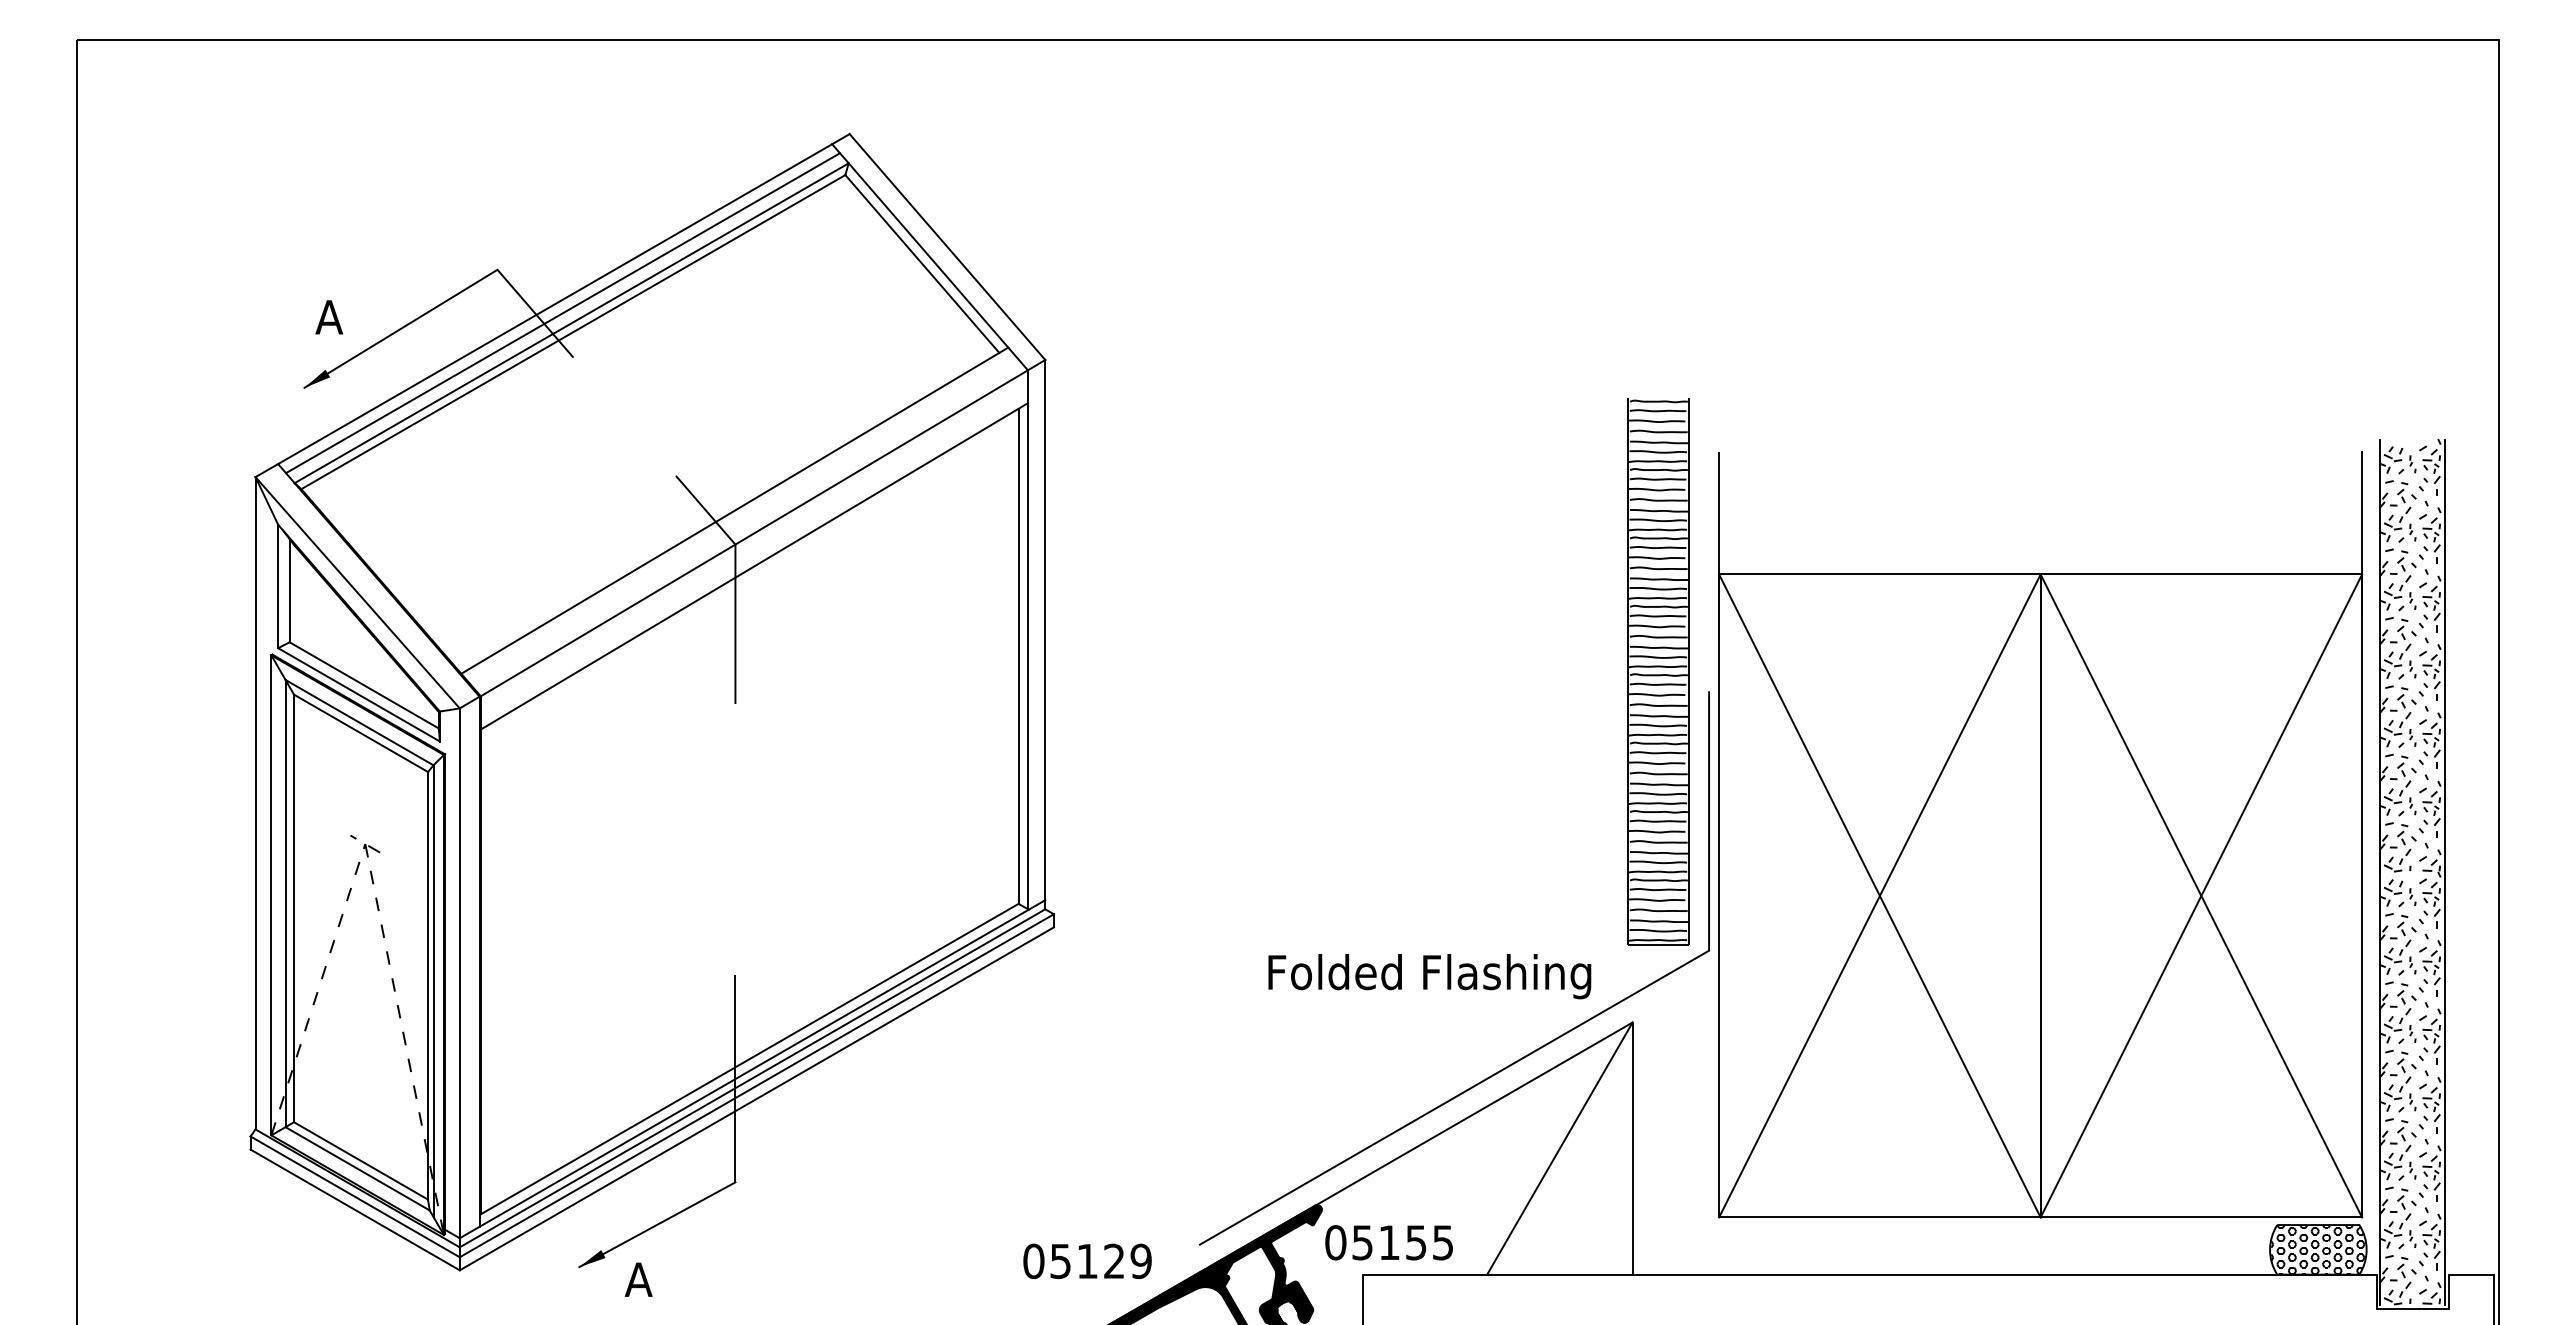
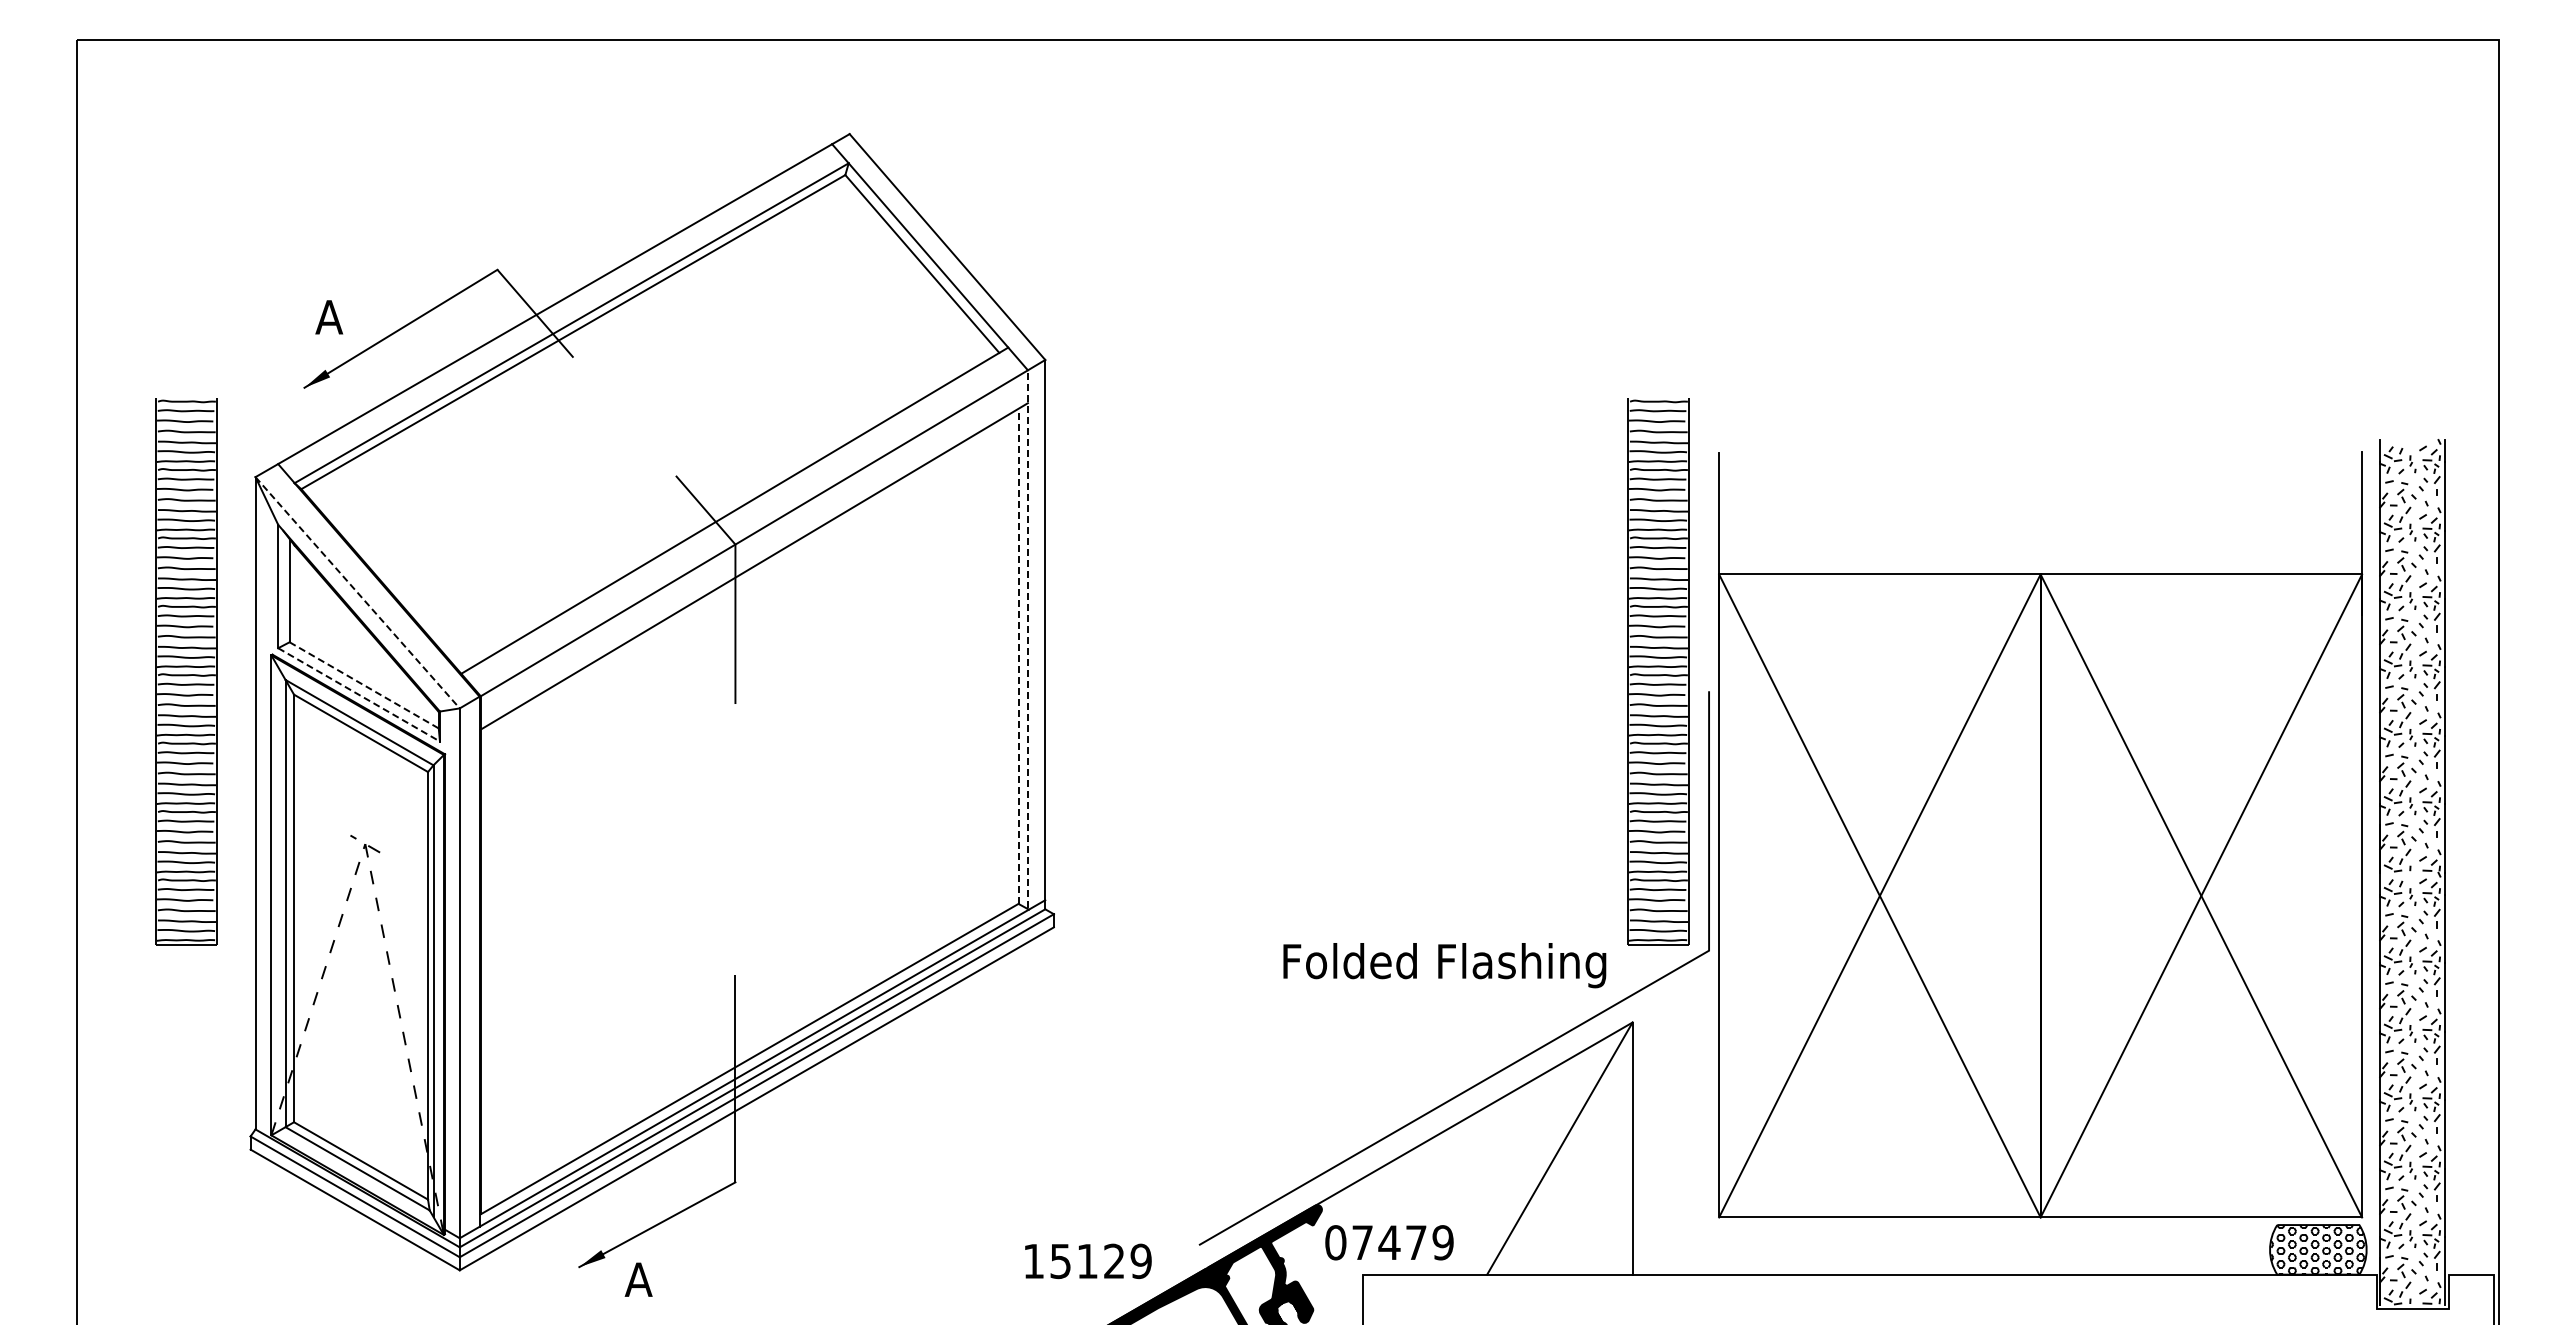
line at (562, 313): present -> none
line at (357, 593): solid -> dashed
line at (1027, 638): solid -> dashed
line at (1018, 656): solid -> dashed
part at (186, 671): none -> present
line at (364, 685): solid -> dashed
line at (359, 695): solid -> dashed
text at (1429, 976) position: (1429, 976) -> (1444, 965)
text at (1402, 1242): 05155 -> 07479
text at (1033, 1261): 05129 -> 15129
